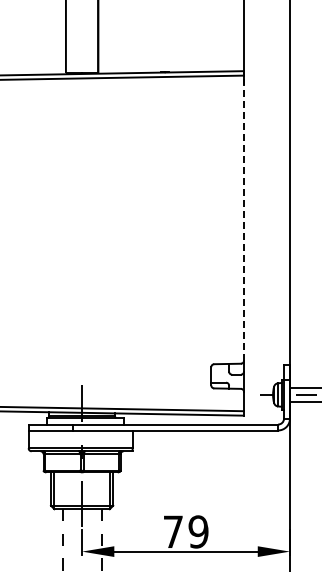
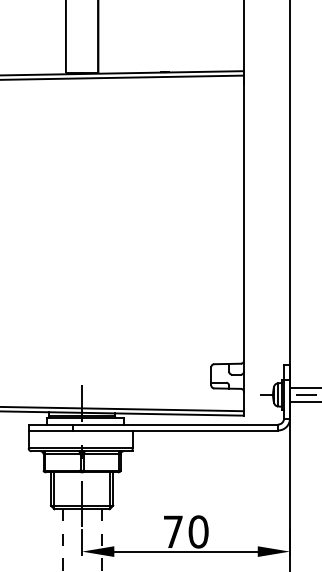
line at (243, 218): dashed -> solid
text at (198, 531): 79 -> 70
